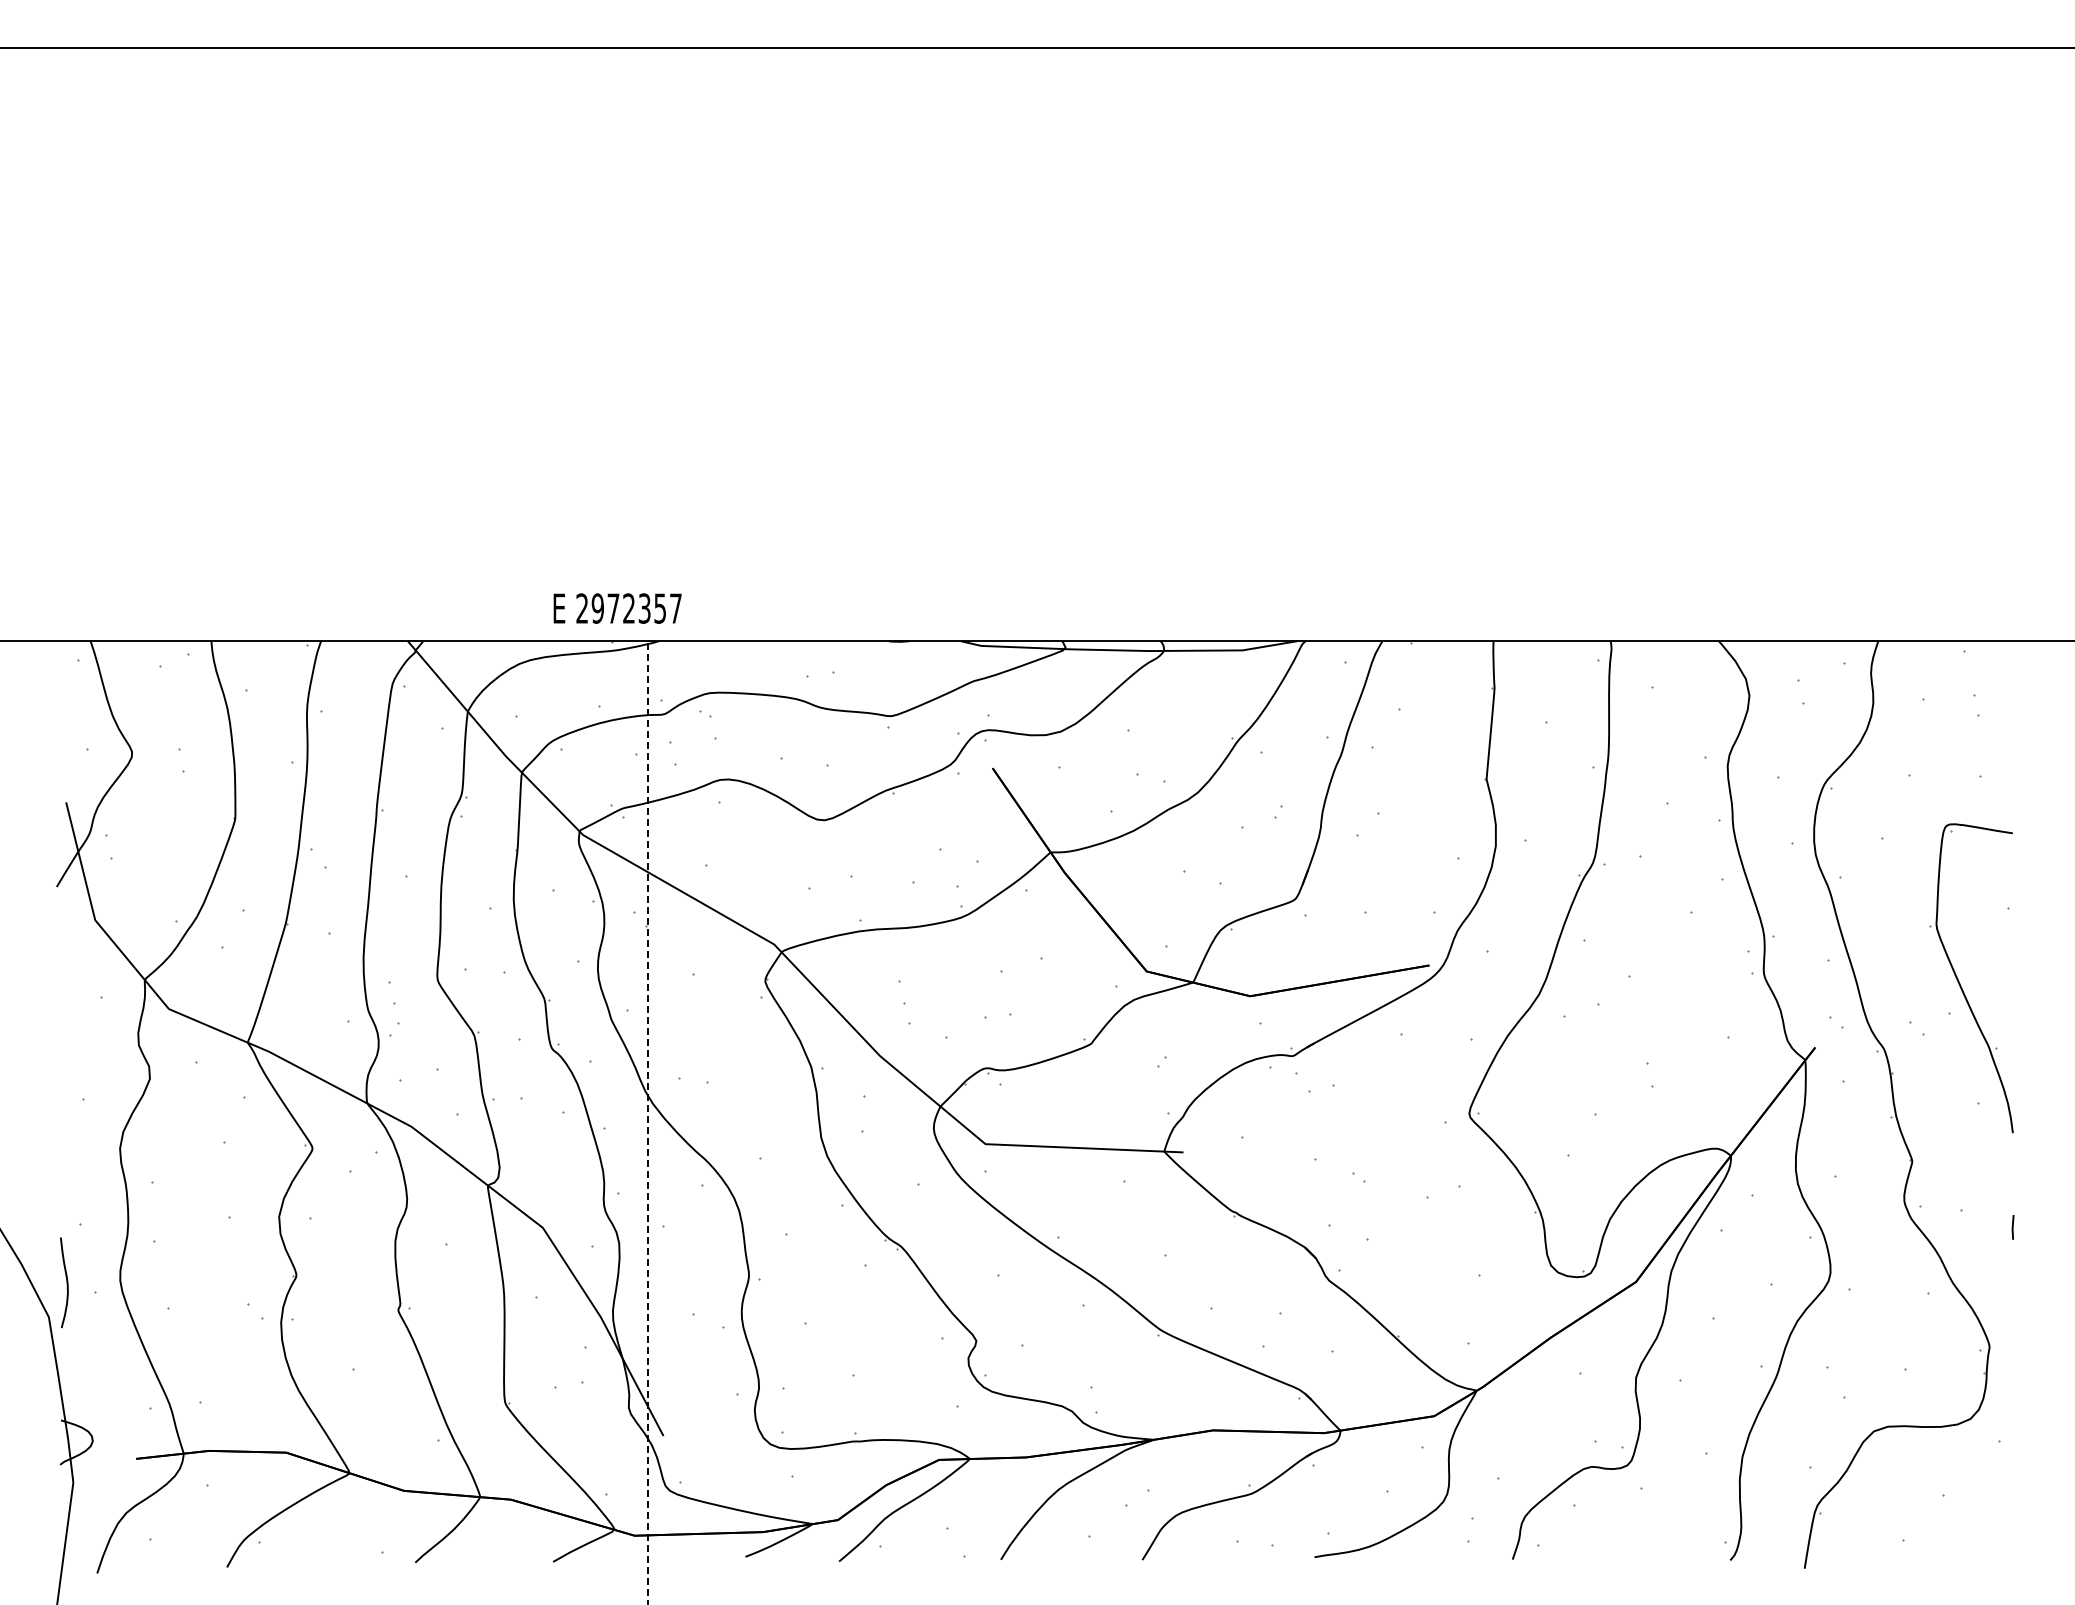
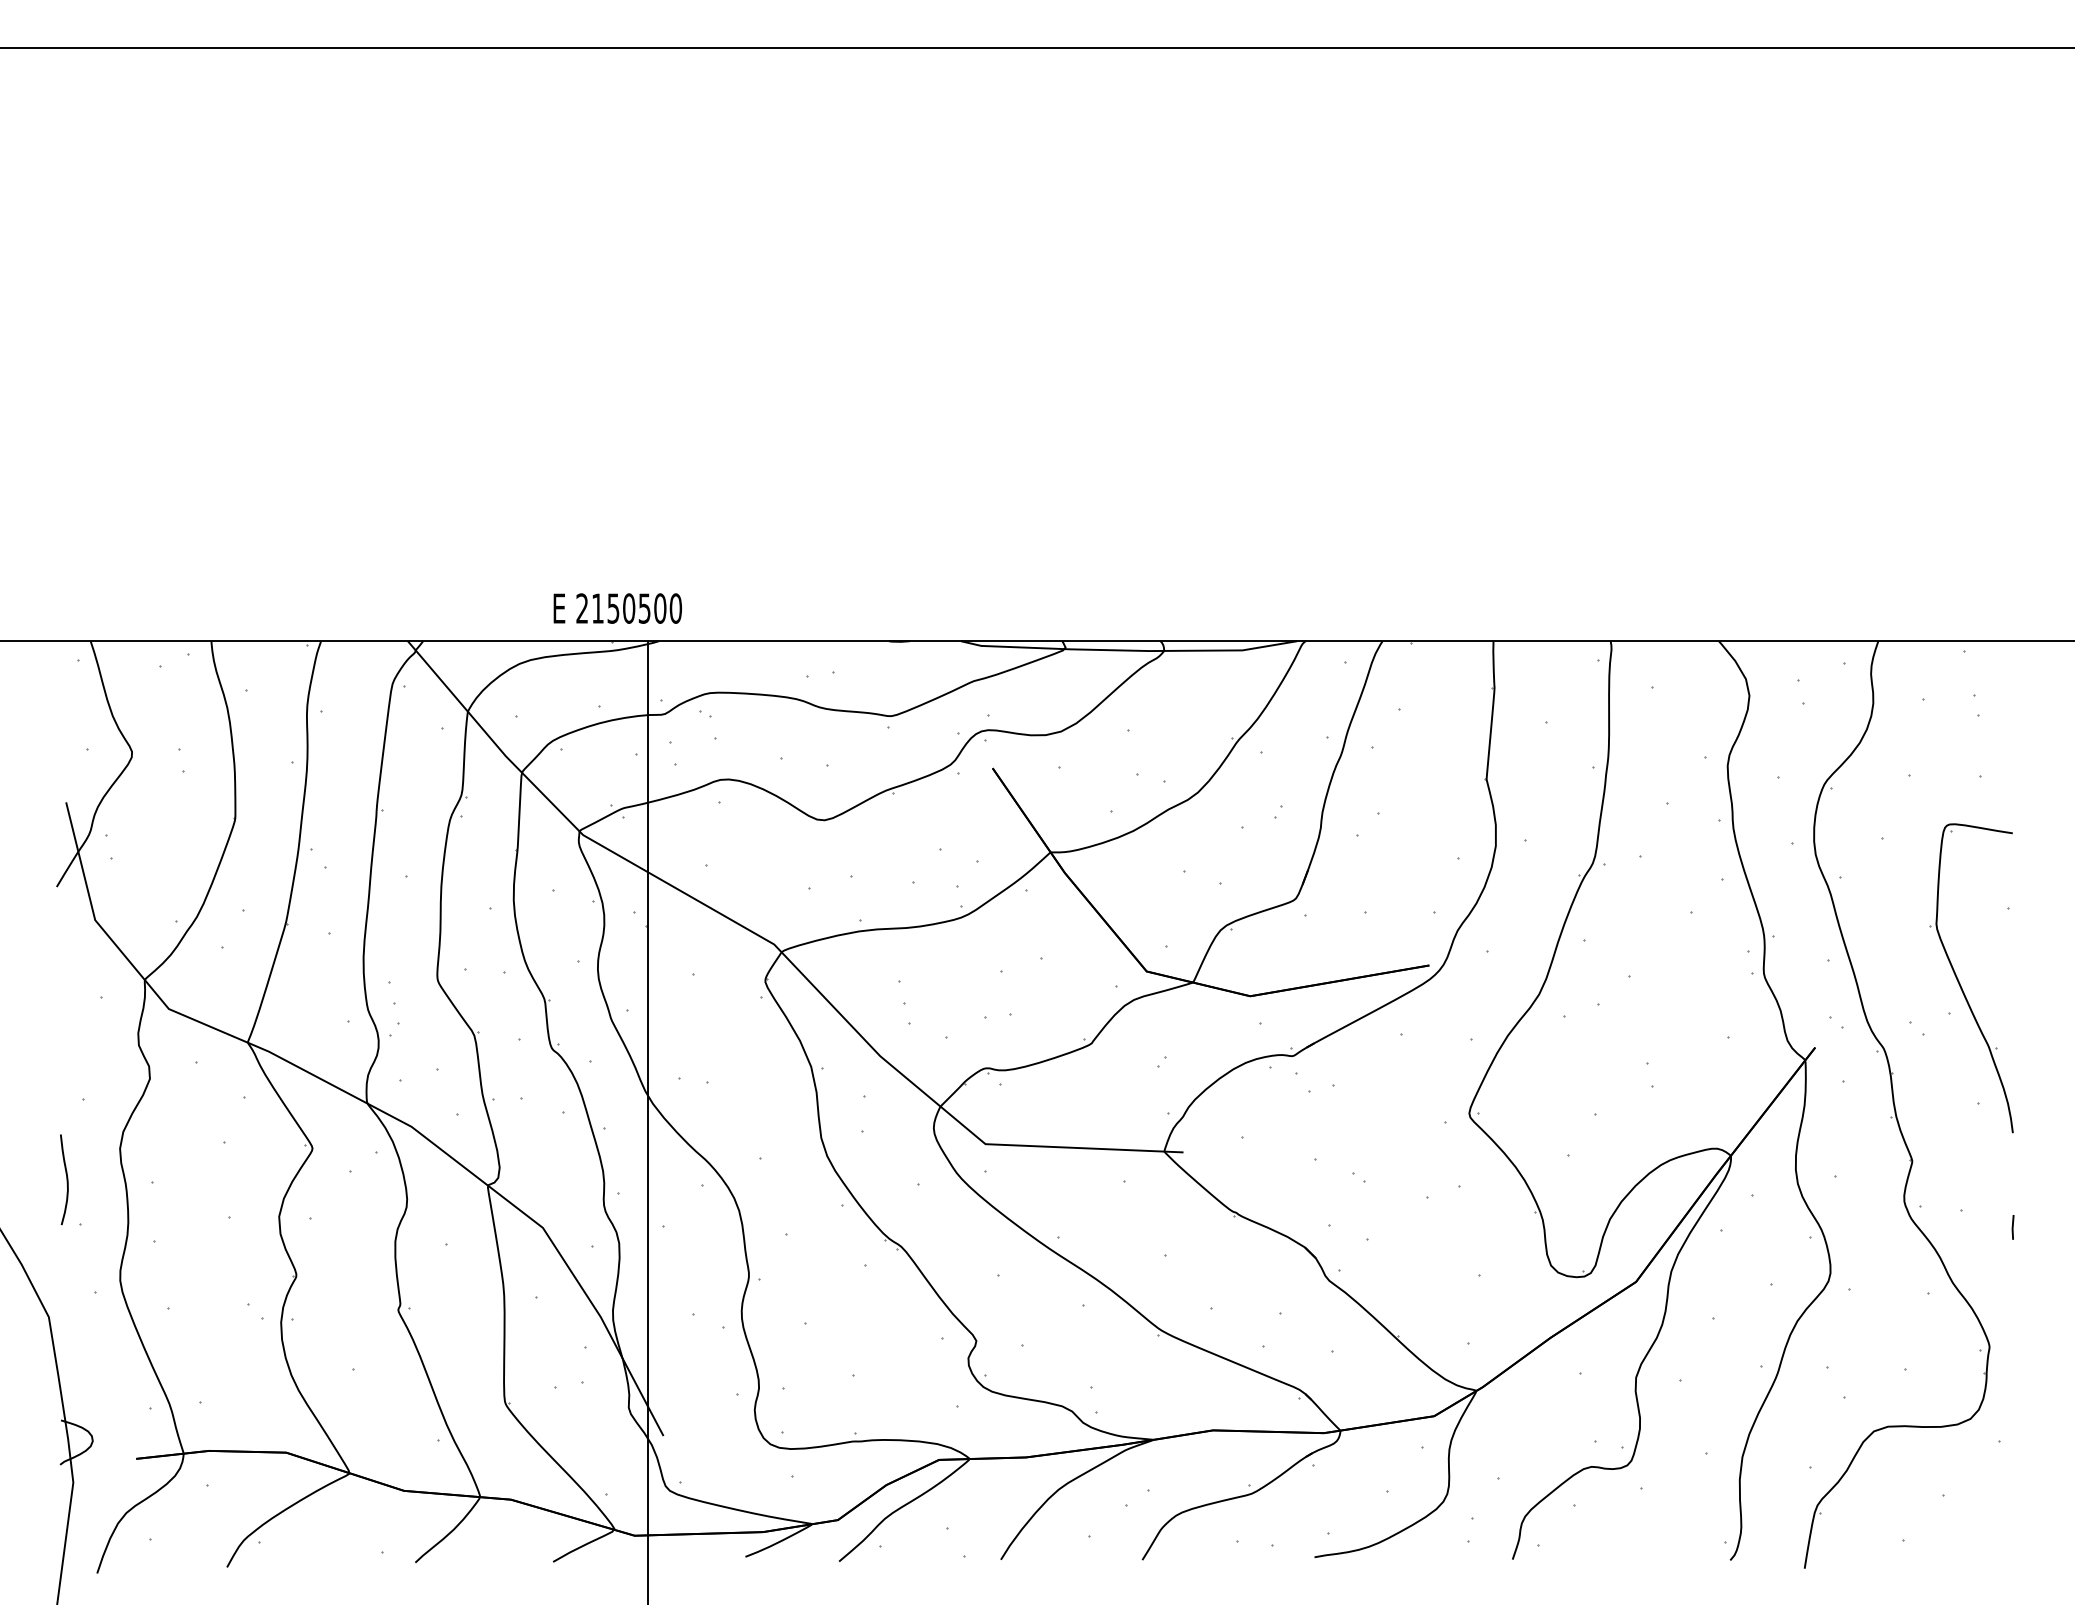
text at (636, 608): 2972357 -> 2150500
line at (647, 1123): dashed -> solid
curve at (66, 1282) position: (66, 1282) -> (66, 1179)
